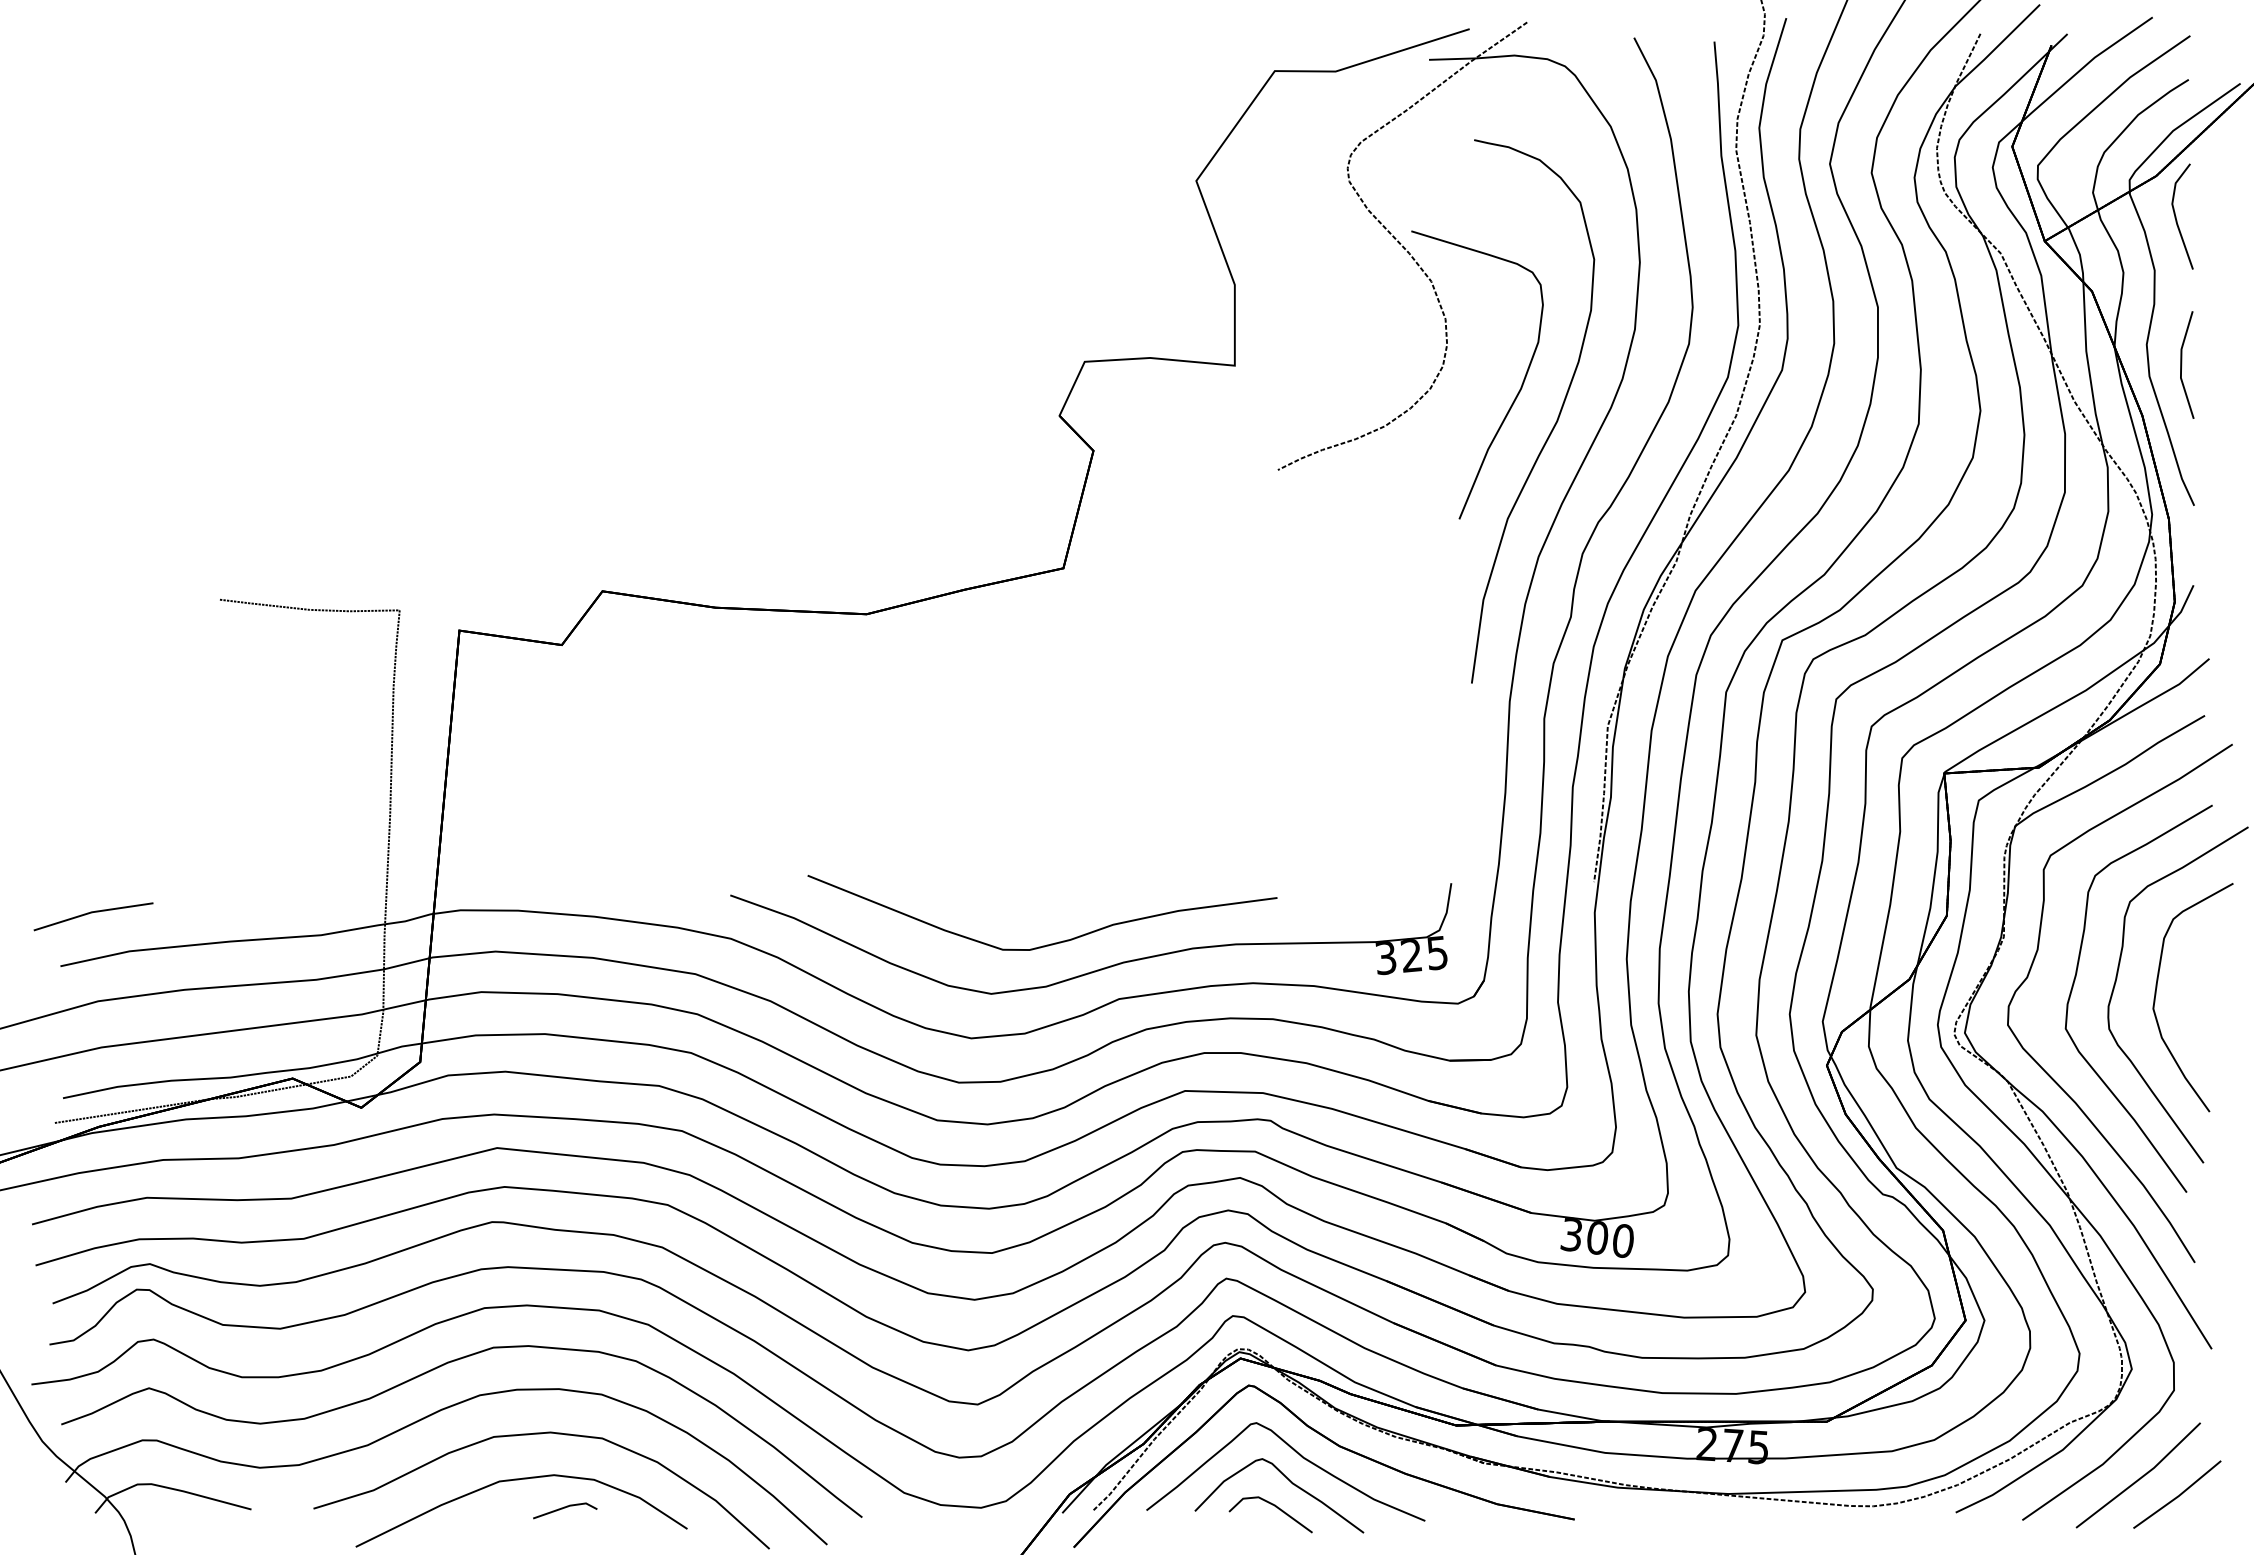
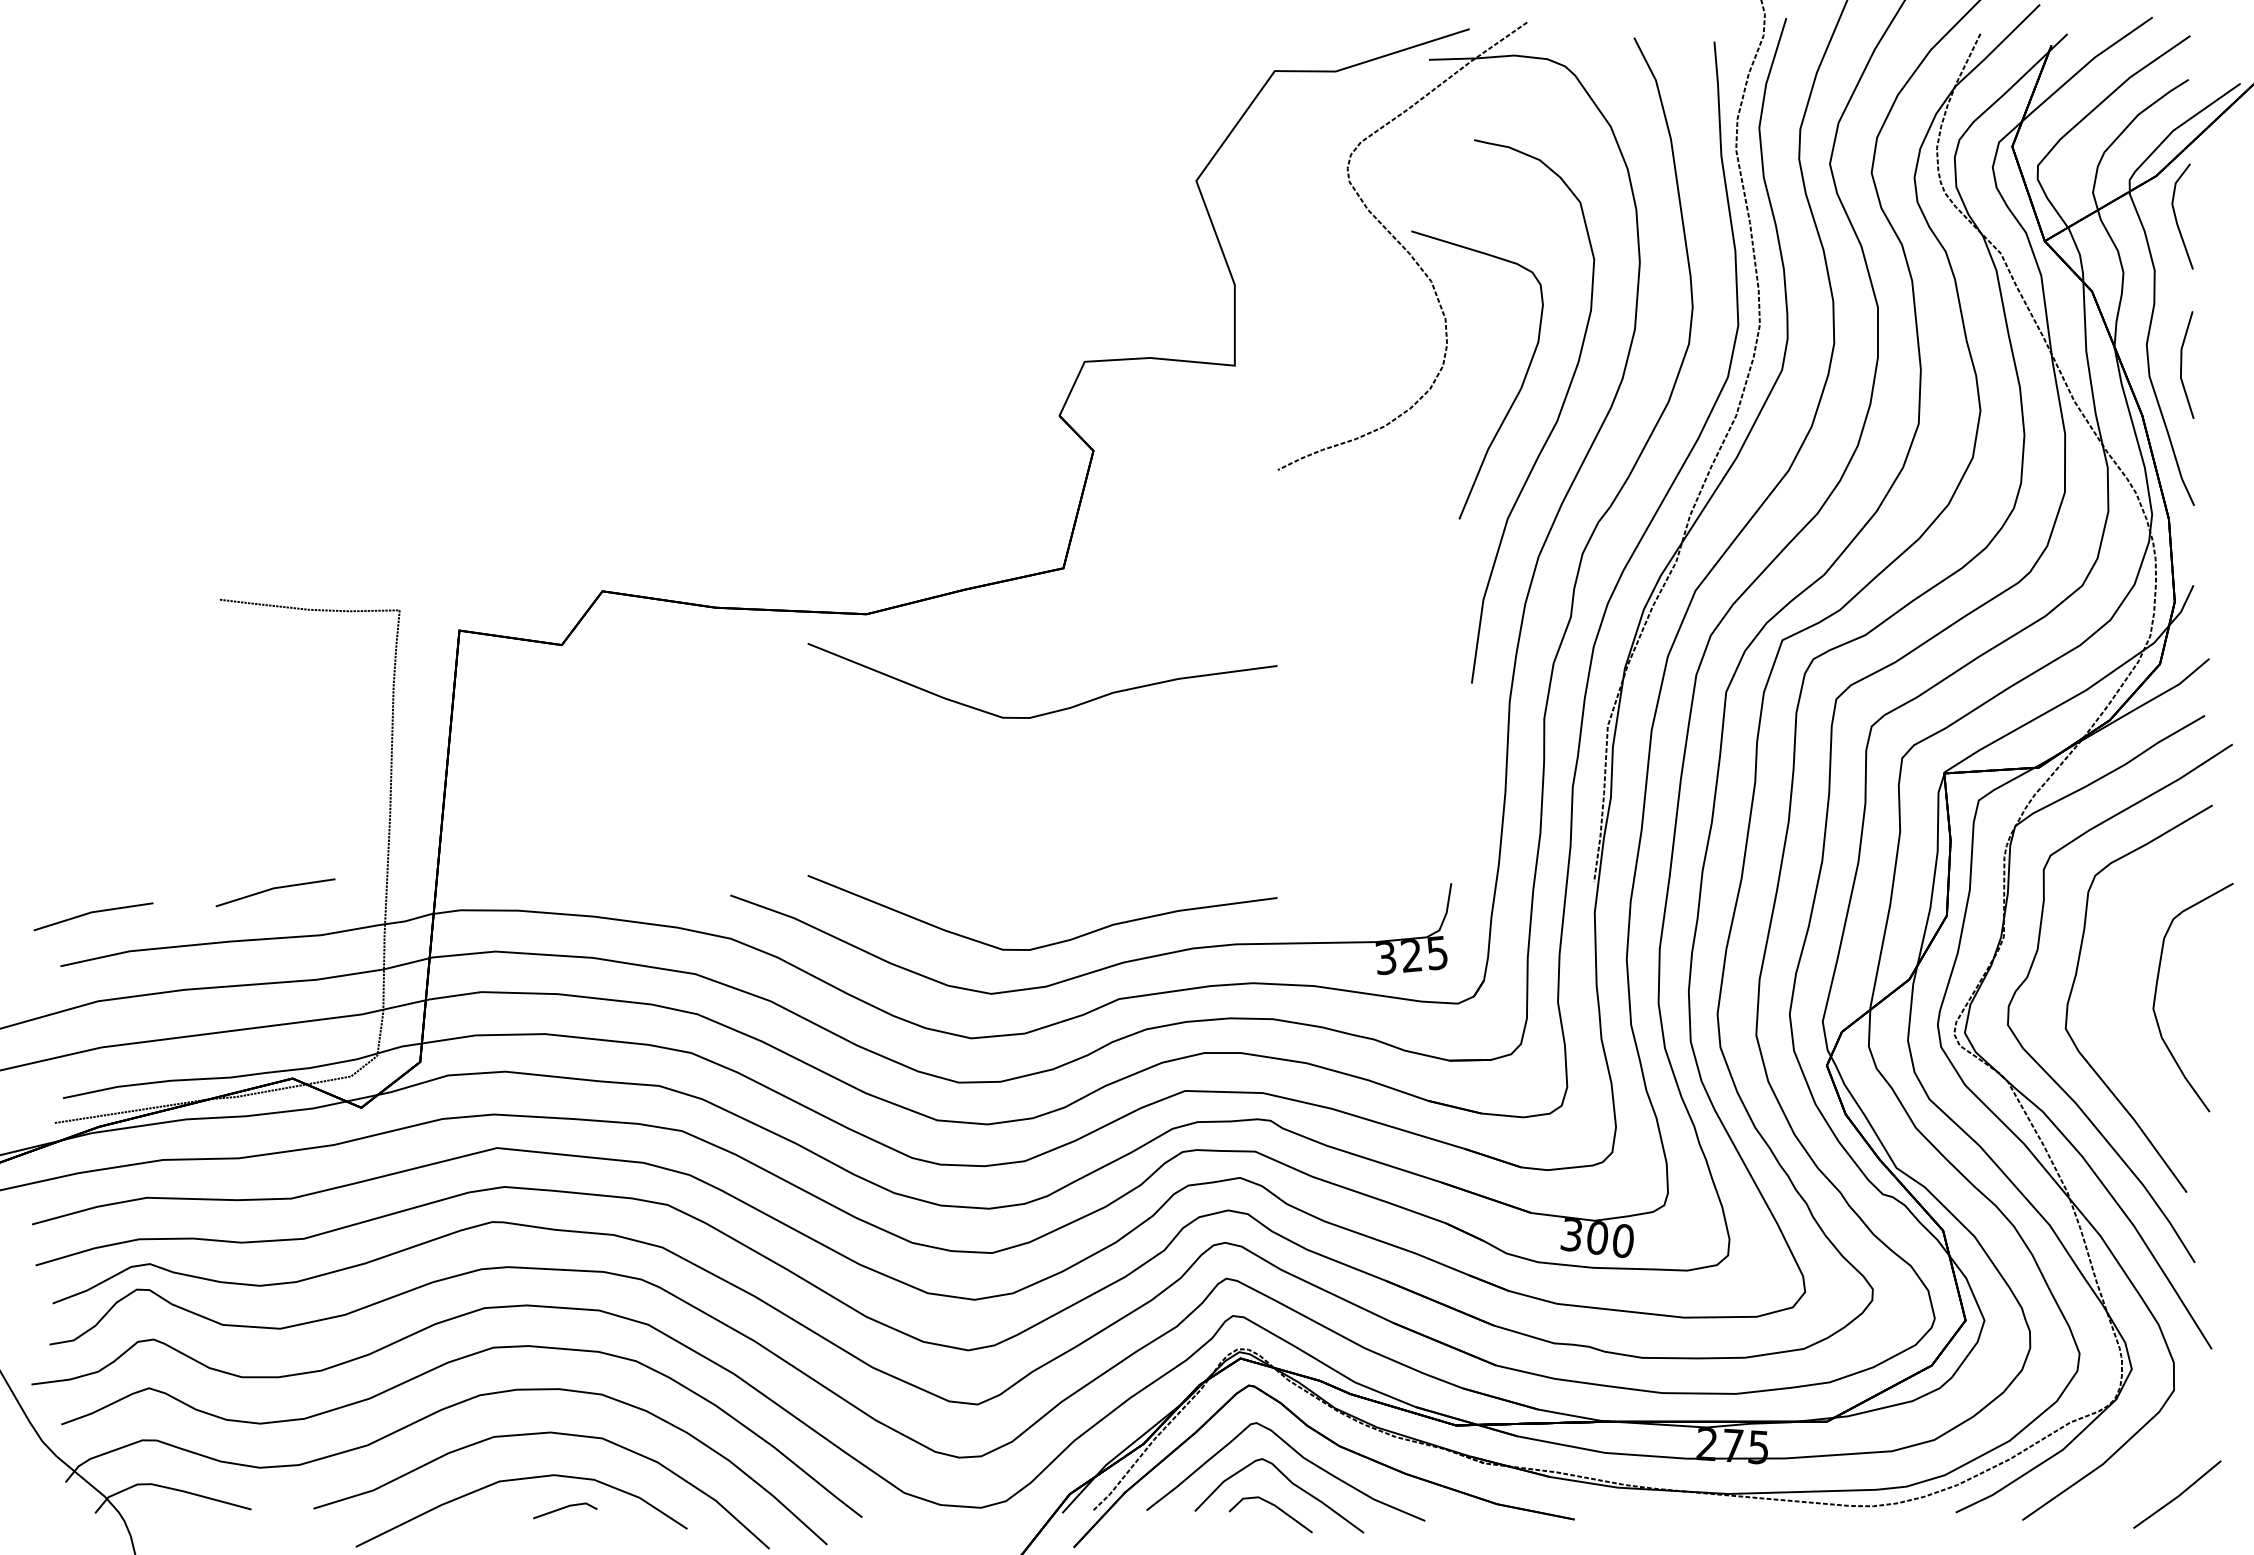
part at (1050, 711): none -> present
line at (274, 889): none -> present
curve at (2117, 978): present -> none
line at (2139, 1477): present -> none
